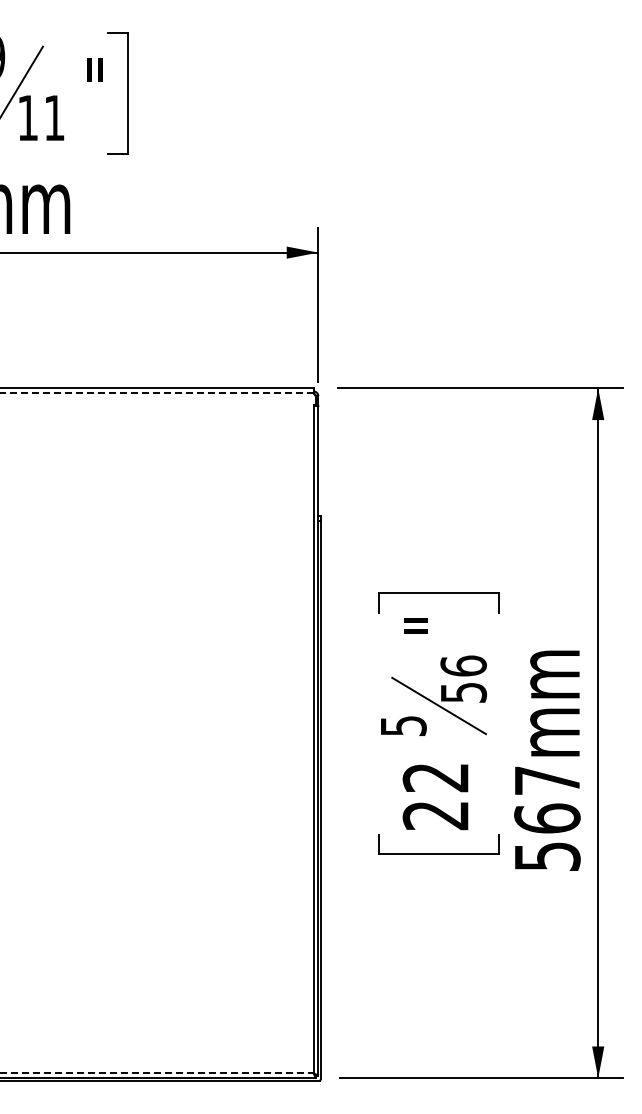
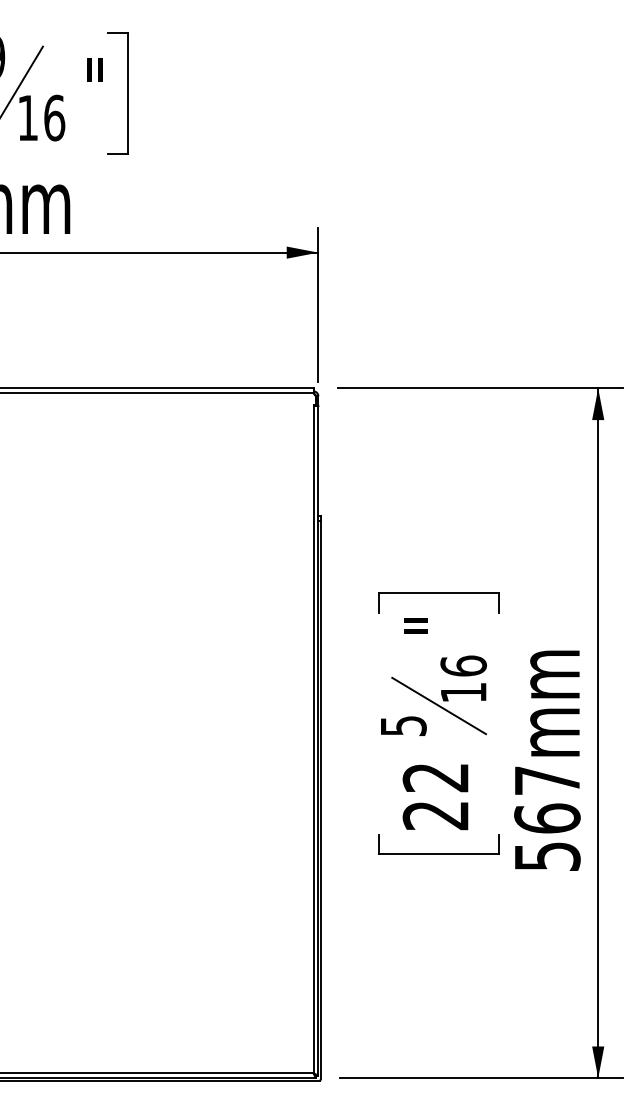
text at (54, 117): 11 -> 16
line at (156, 393): dashed -> solid
text at (464, 692): 56 -> 16
line at (157, 1073): dashed -> solid
